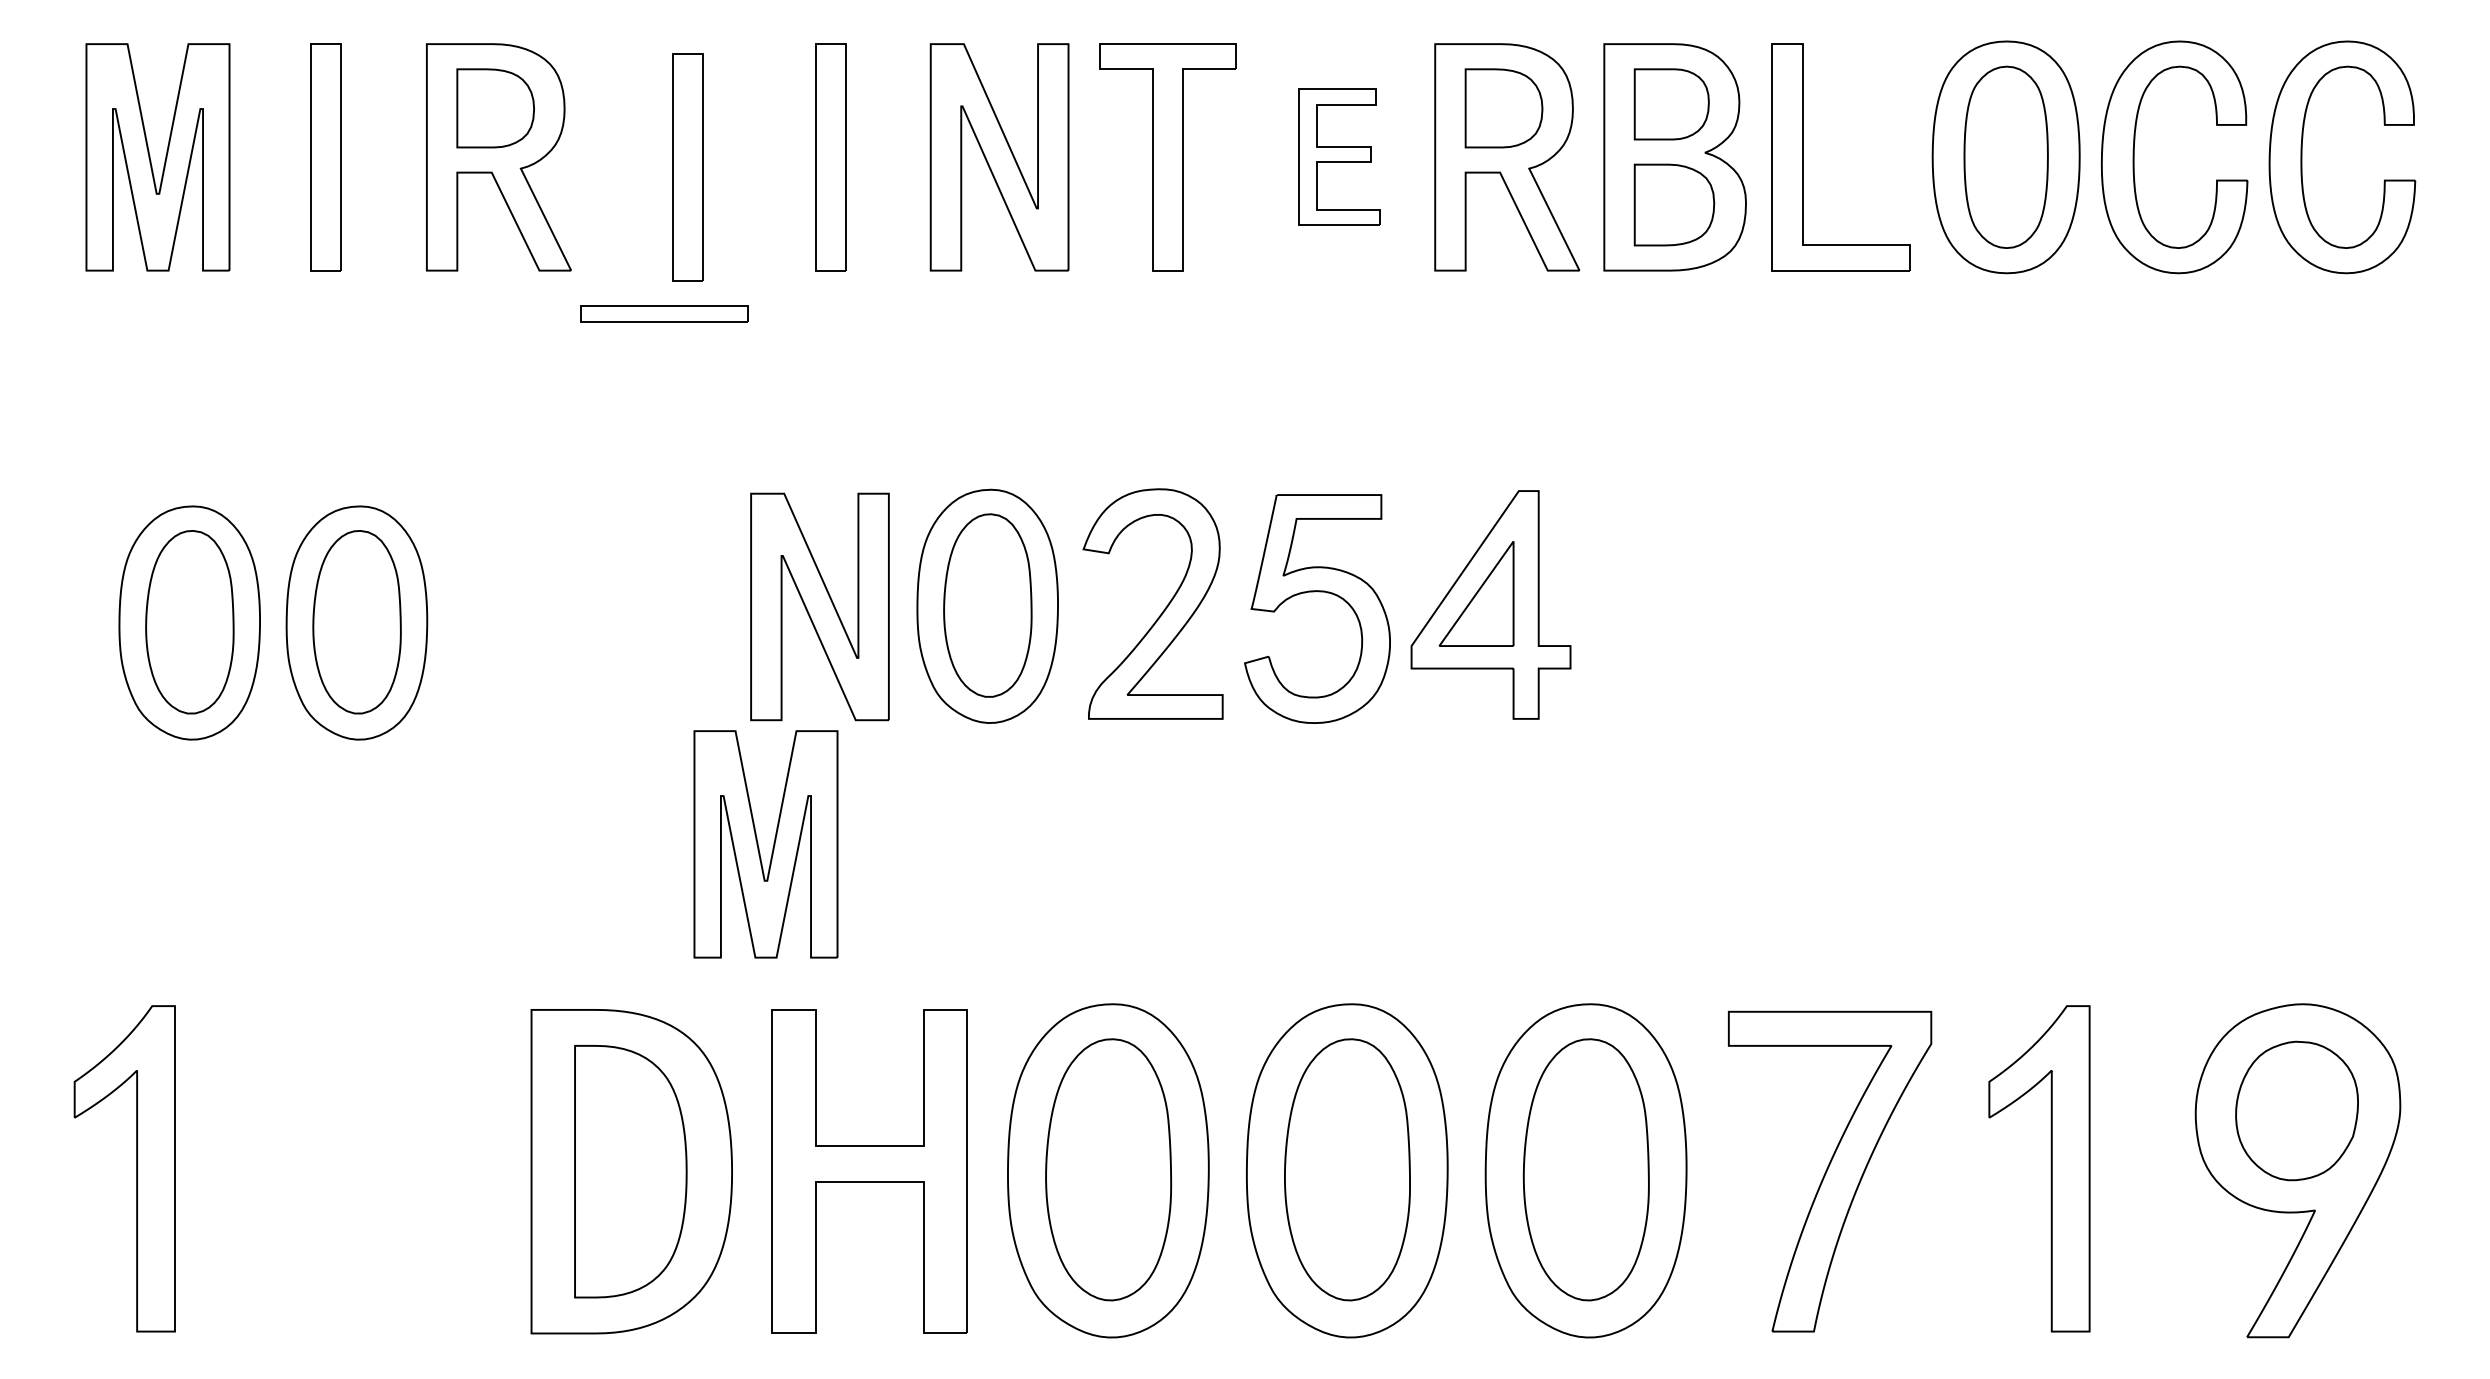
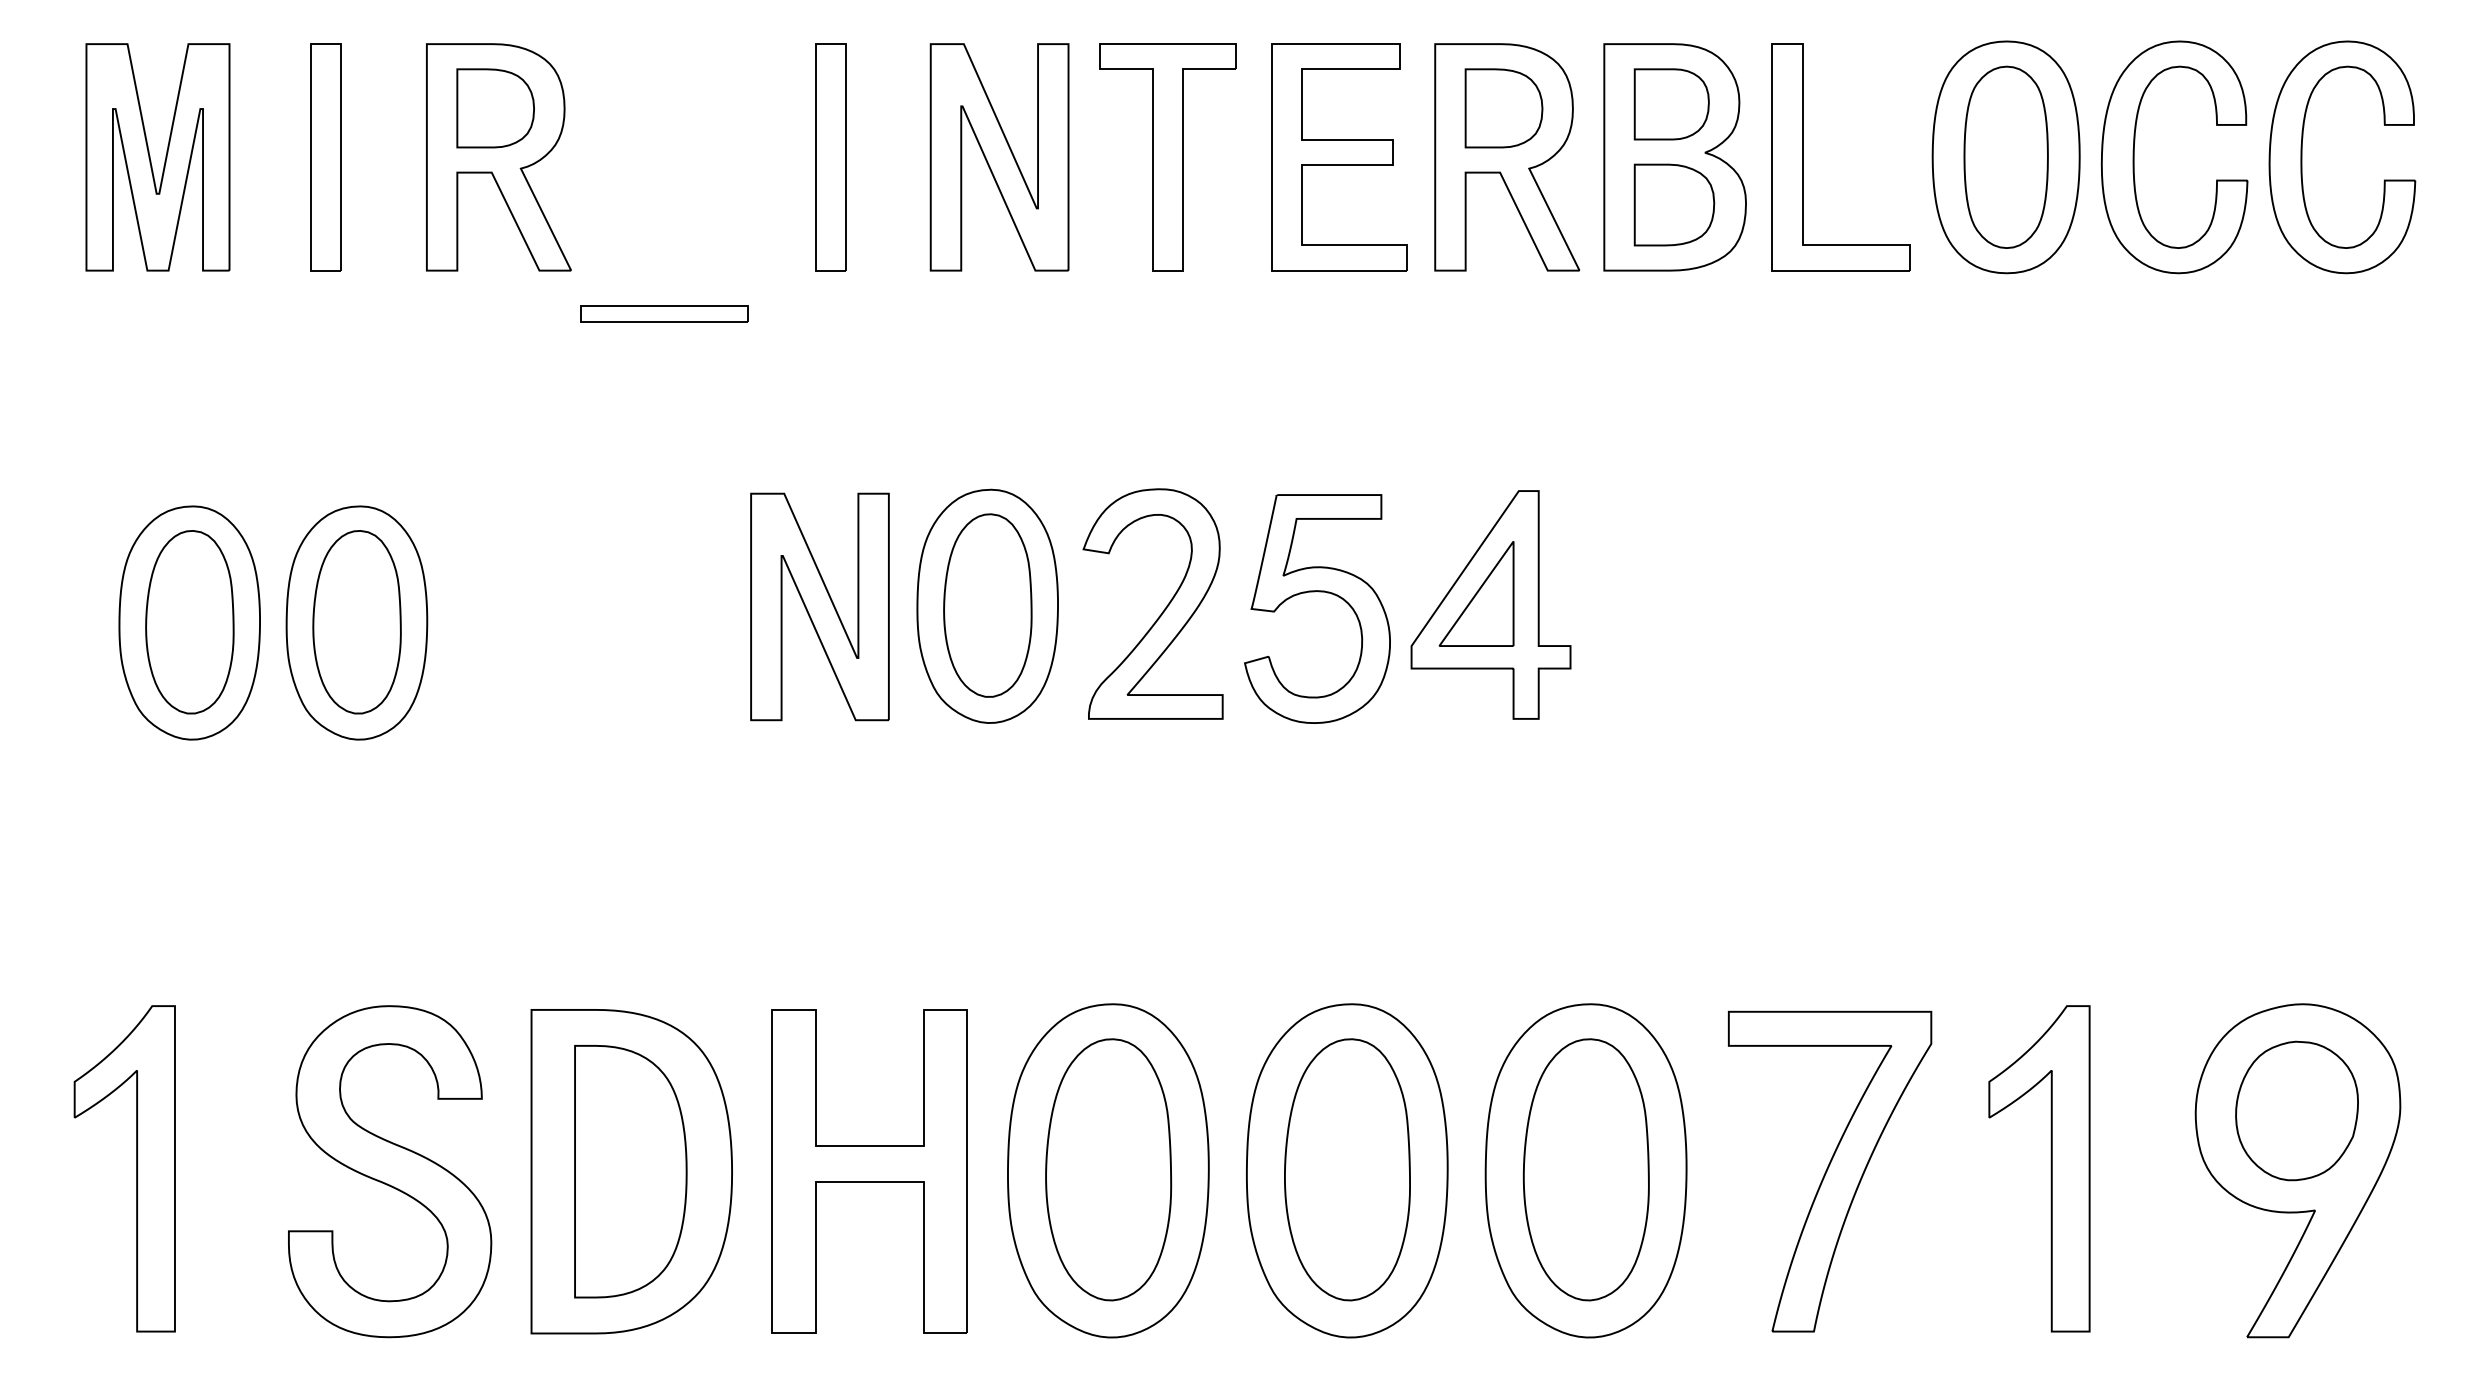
part at (1339, 156) size: 83x138 px -> 137x229 px
part at (687, 167): present -> none
part at (759, 847): present -> none
part at (390, 1171): none -> present
